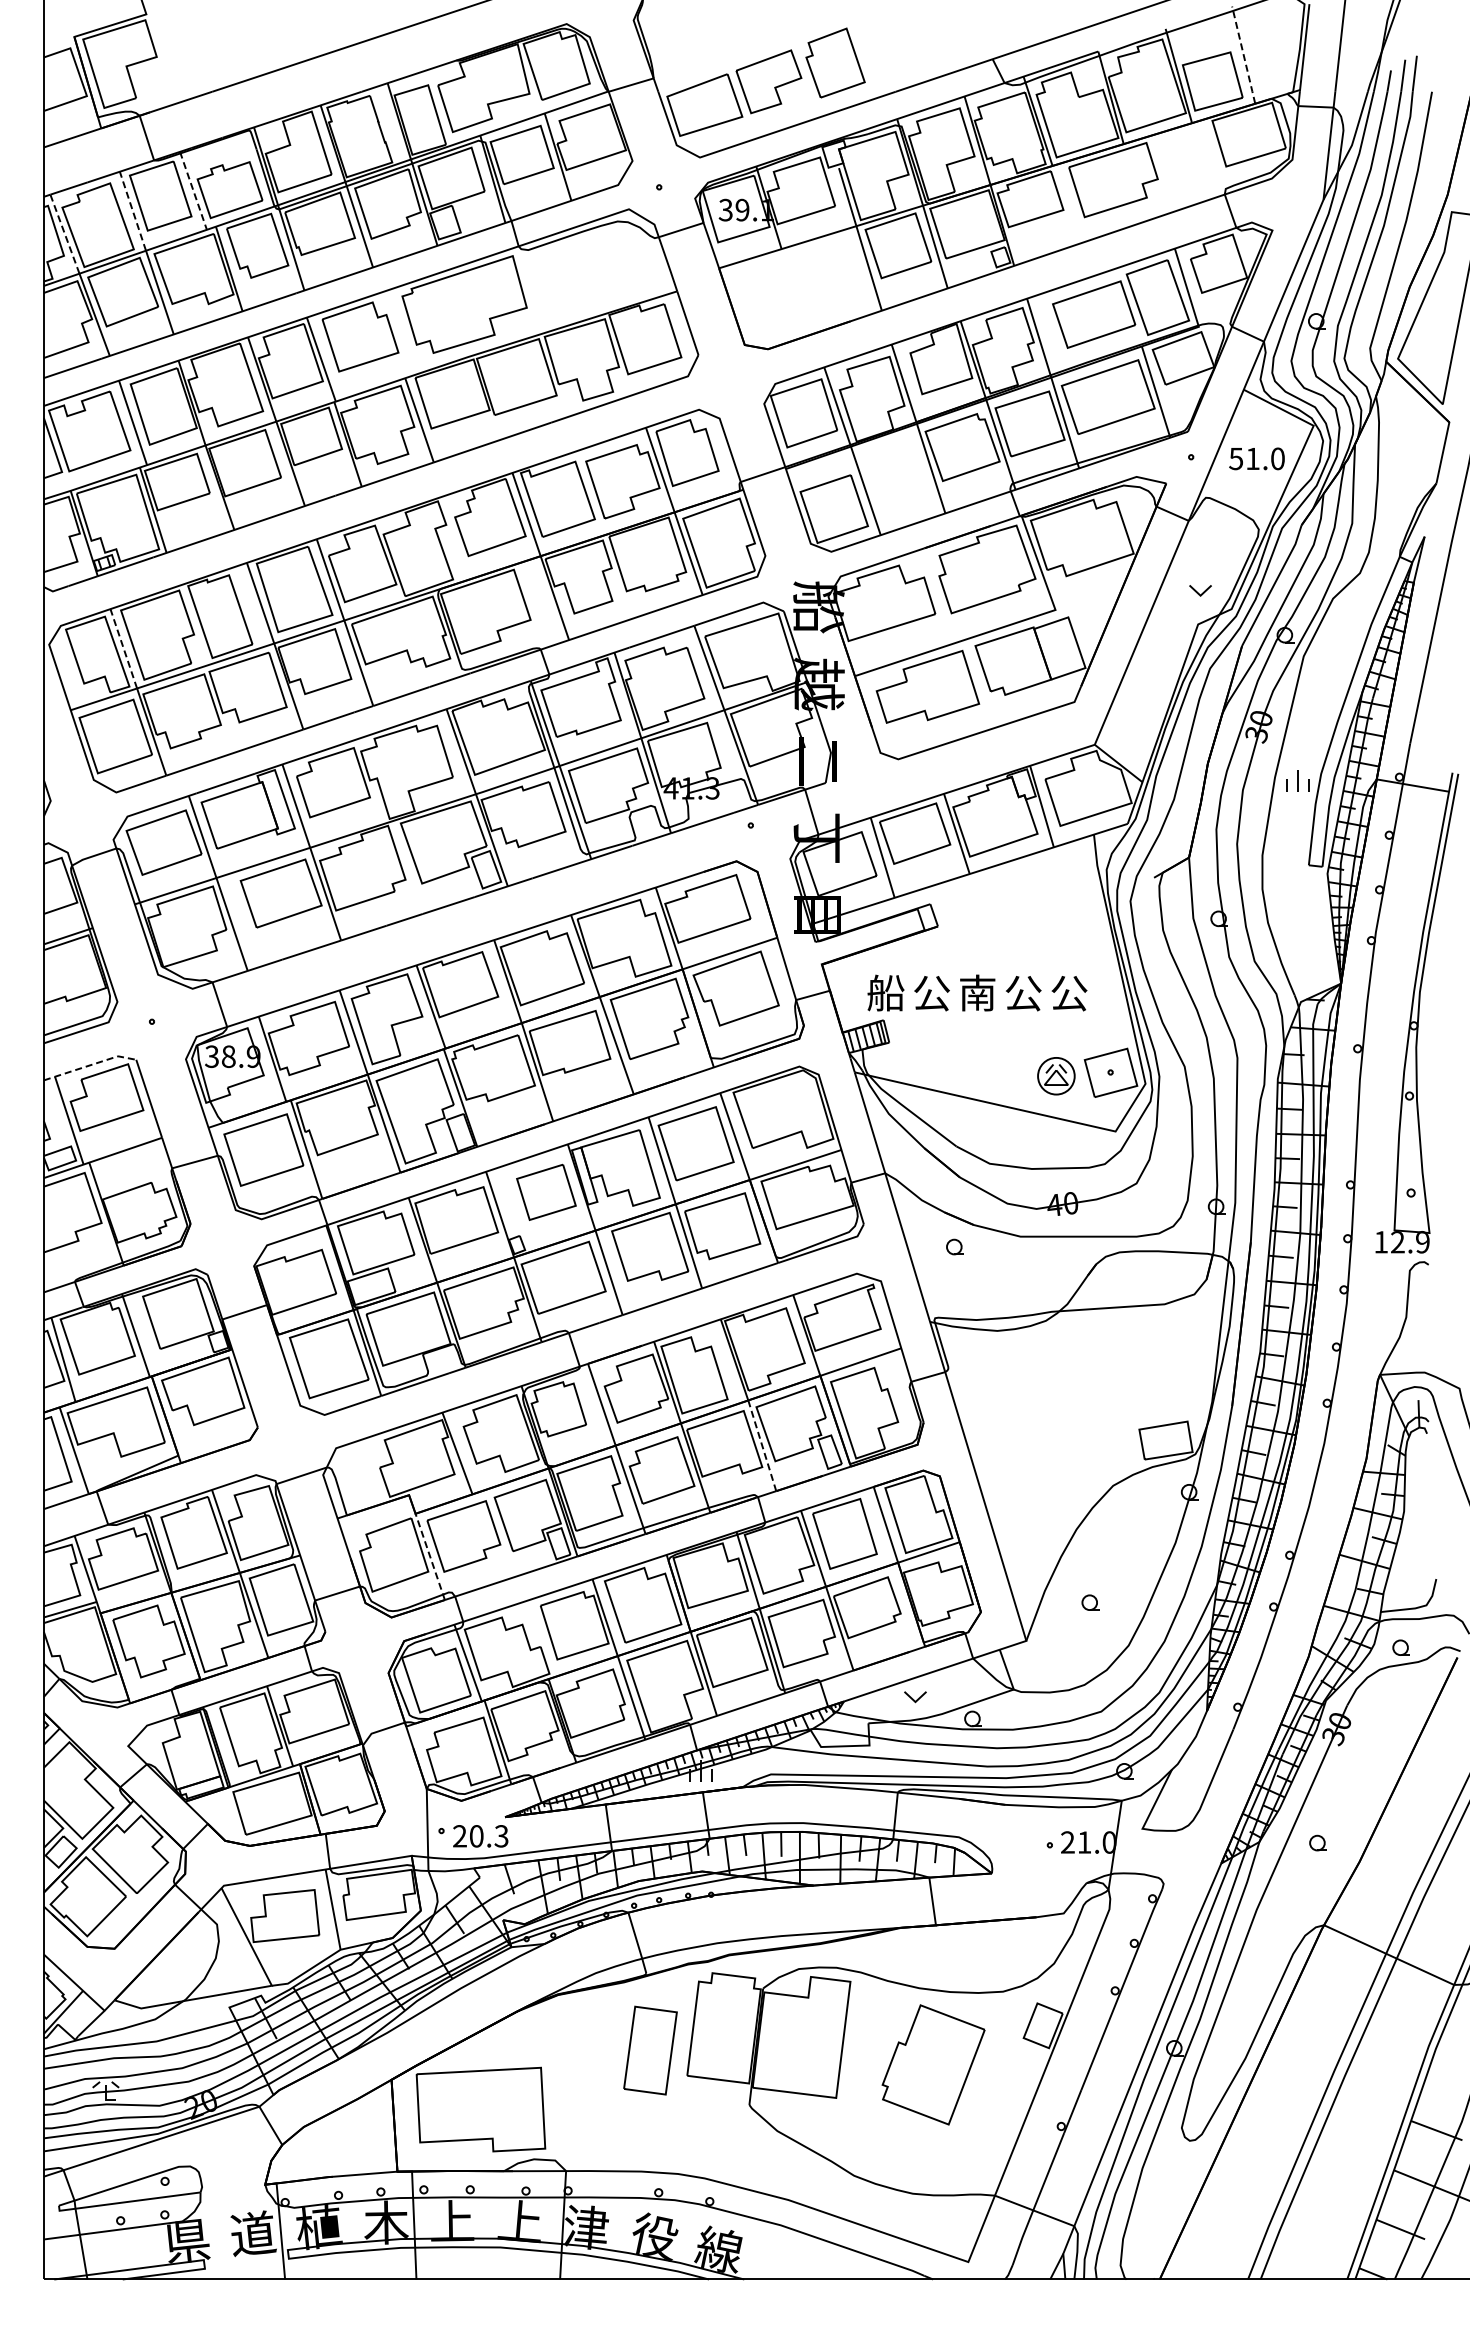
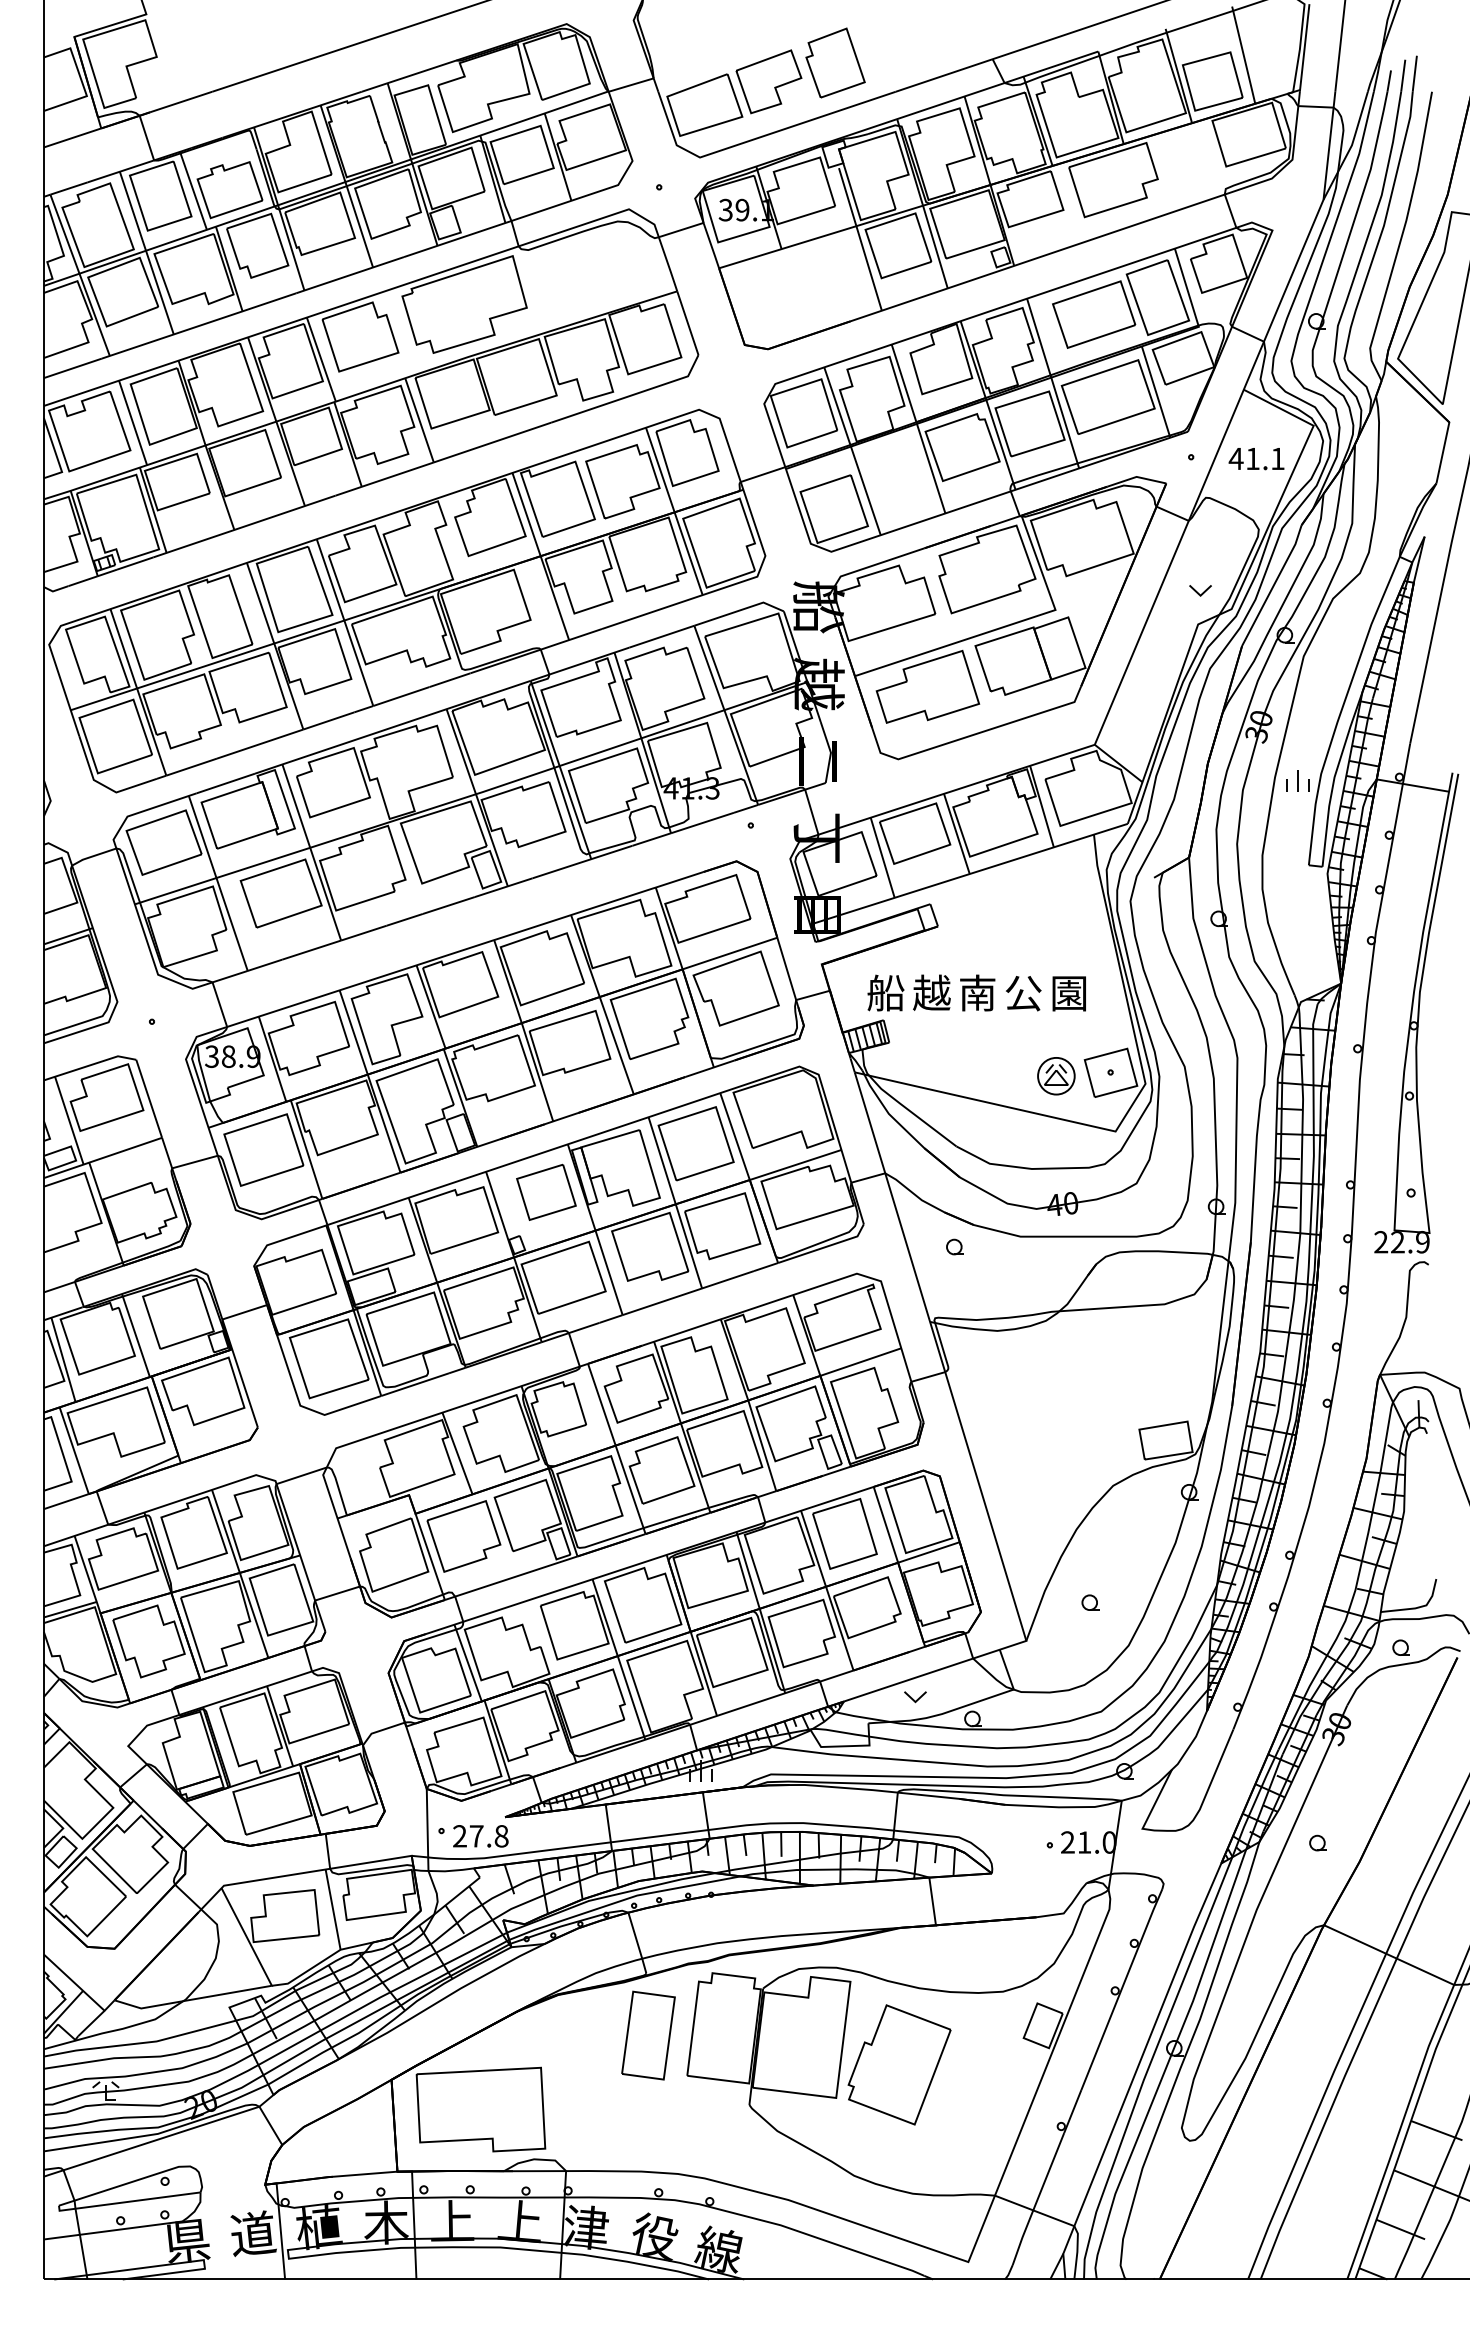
line at (1243, 55): dashed -> solid
line at (193, 191): dashed -> solid
line at (132, 211): dashed -> solid
line at (64, 233): dashed -> solid
text at (1256, 458): 51.0 -> 41.1
line at (123, 648): dashed -> solid
text at (931, 992): 公 -> 越
text at (1069, 993): 公 -> 園
line at (89, 1065): dashed -> solid
text at (1381, 1241): 12.9 -> 22.9
line at (762, 1446): dashed -> solid
line at (430, 1557): dashed -> solid
text at (488, 1836): 20.3 -> 27.8
part at (650, 2050) position: (650, 2050) -> (648, 2035)
part at (933, 2064) position: (933, 2064) -> (899, 2064)
